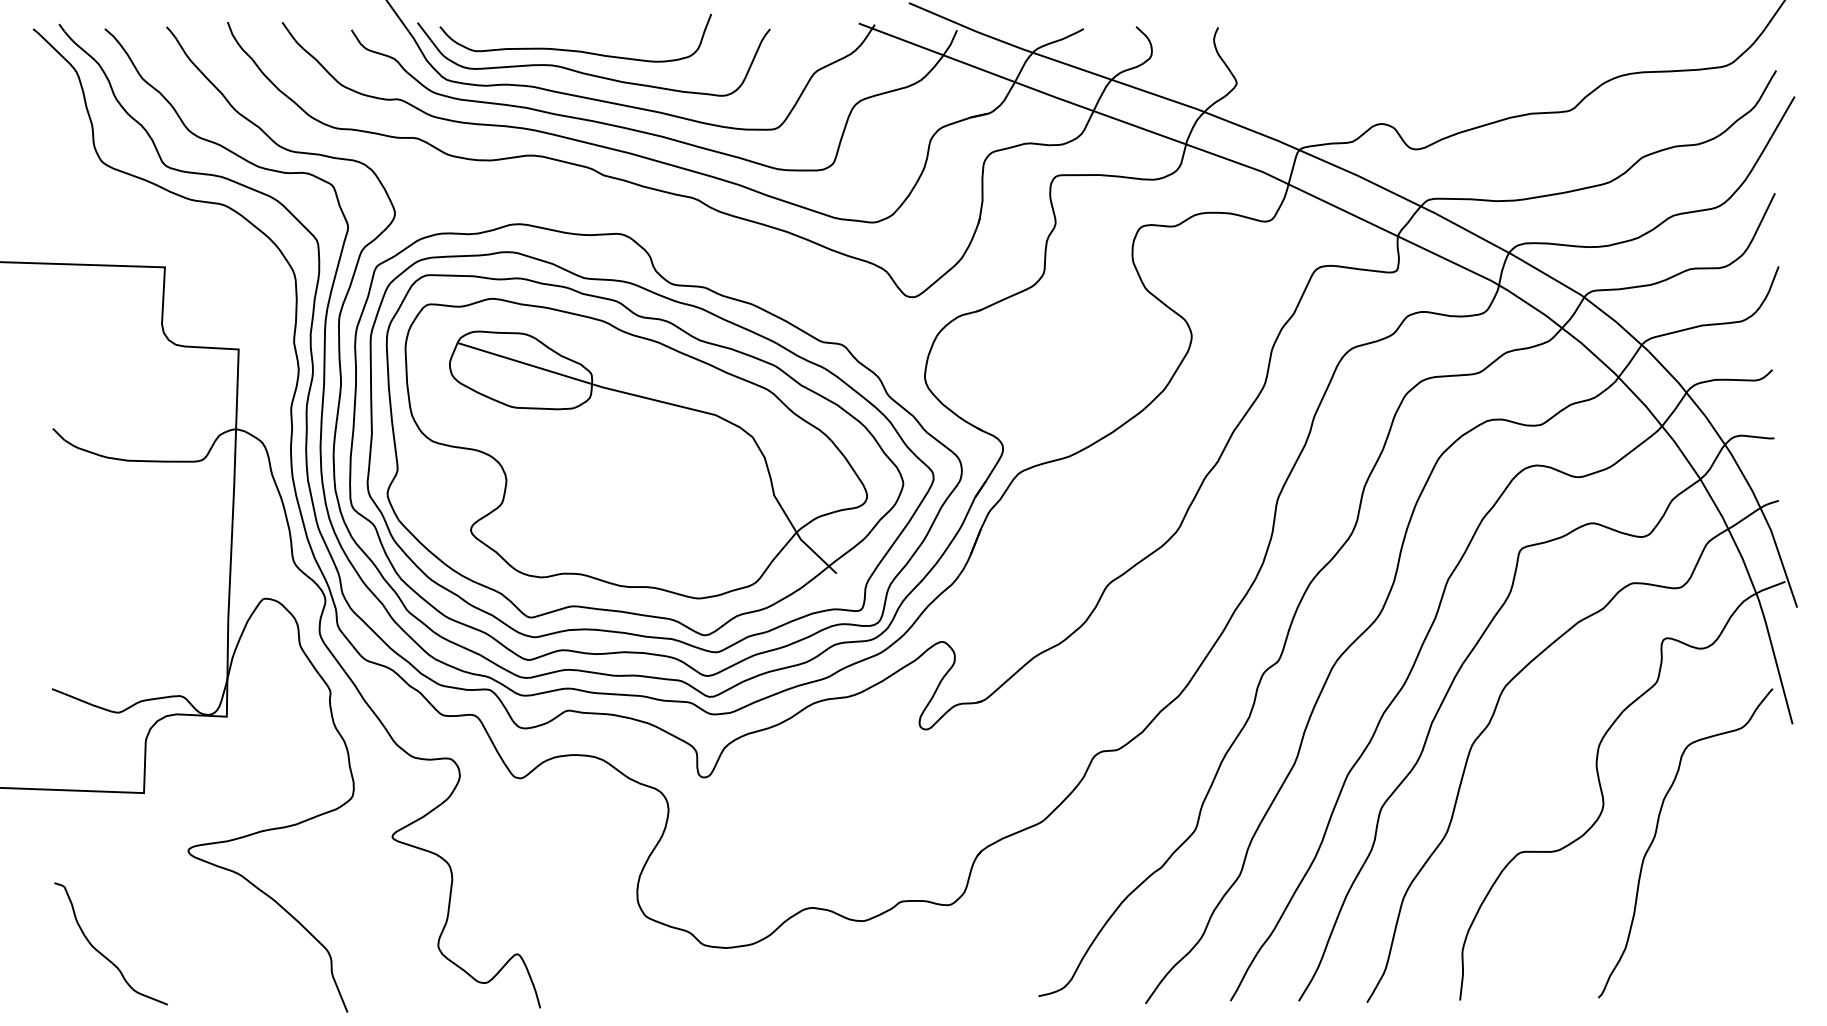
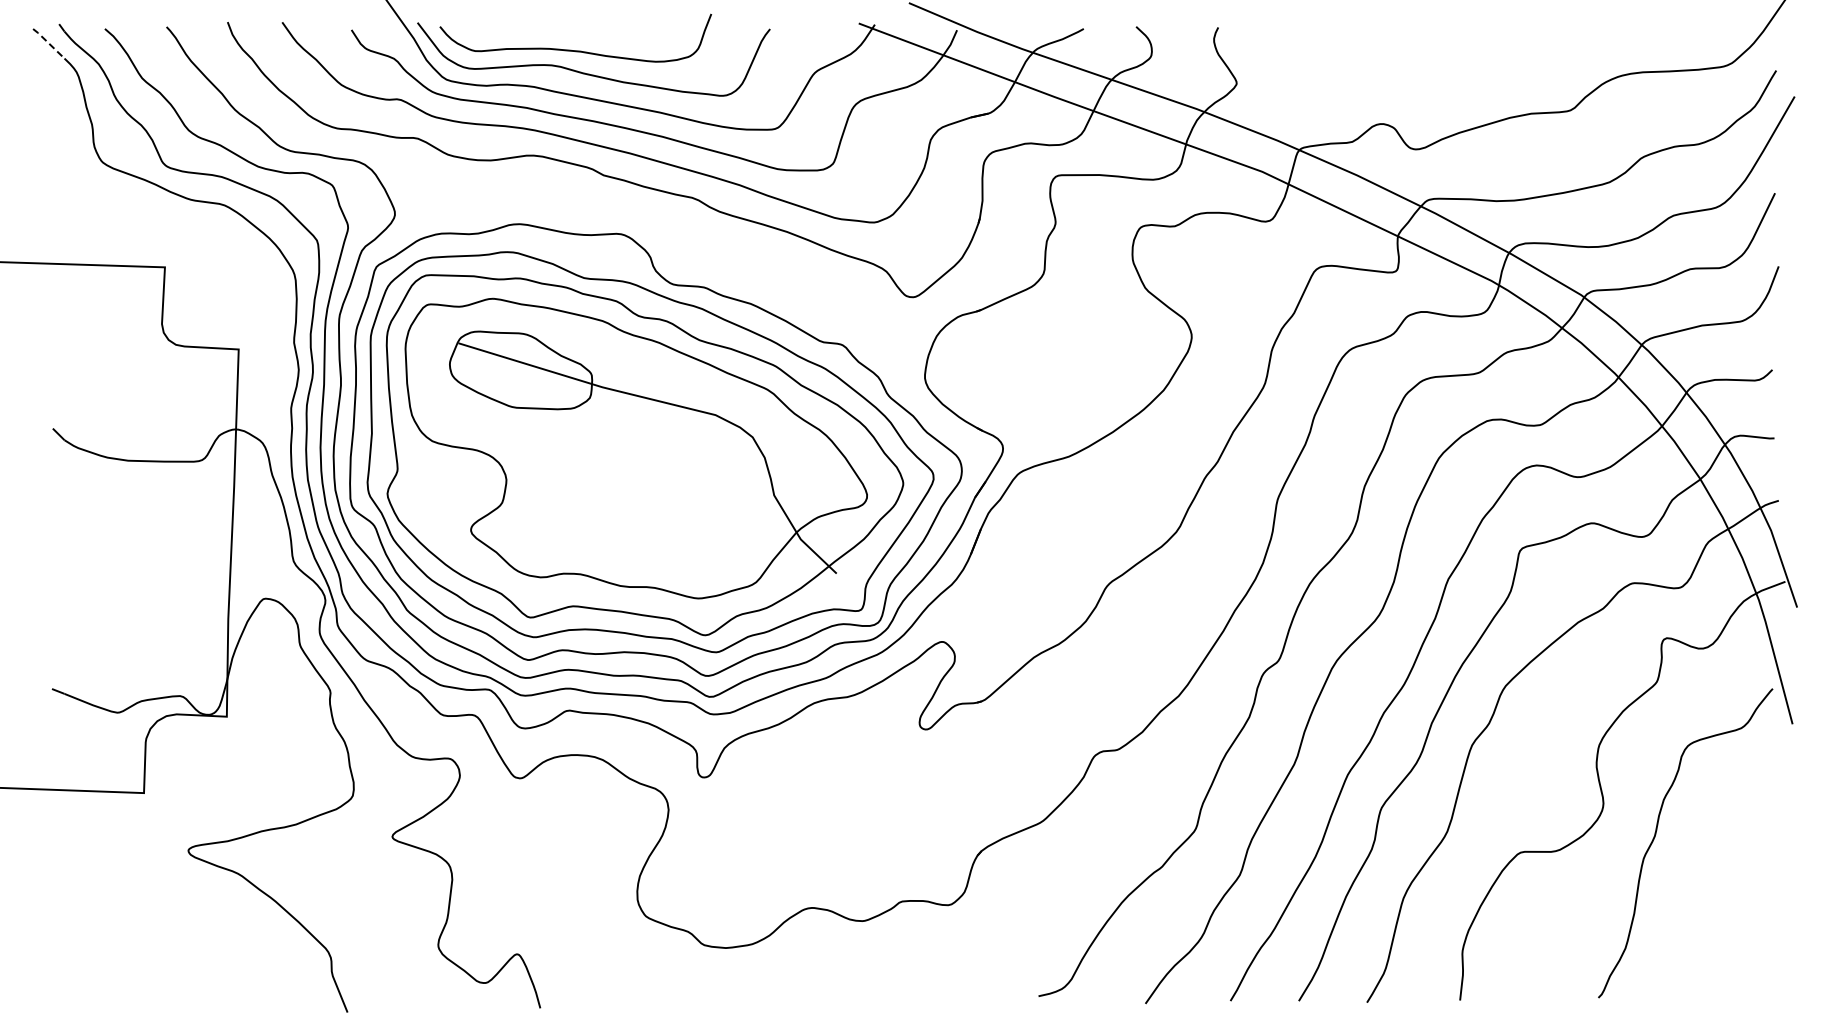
line at (48, 43): solid -> dashed
part at (101, 952): present -> none
